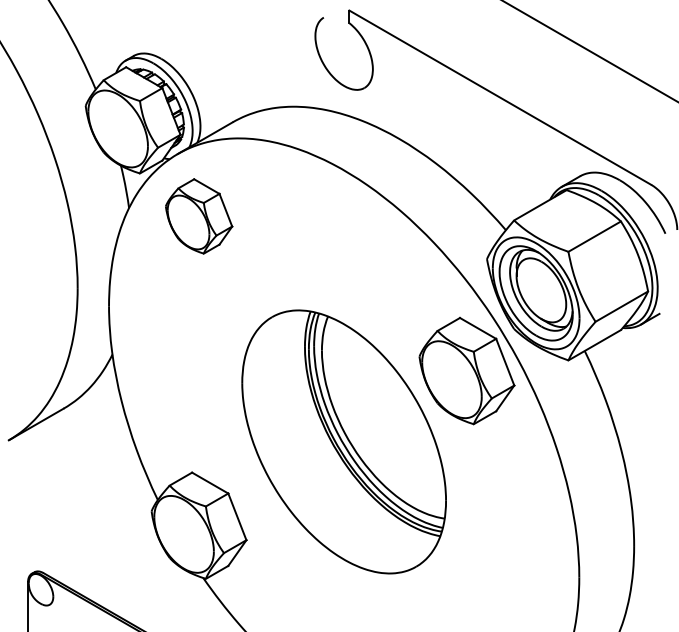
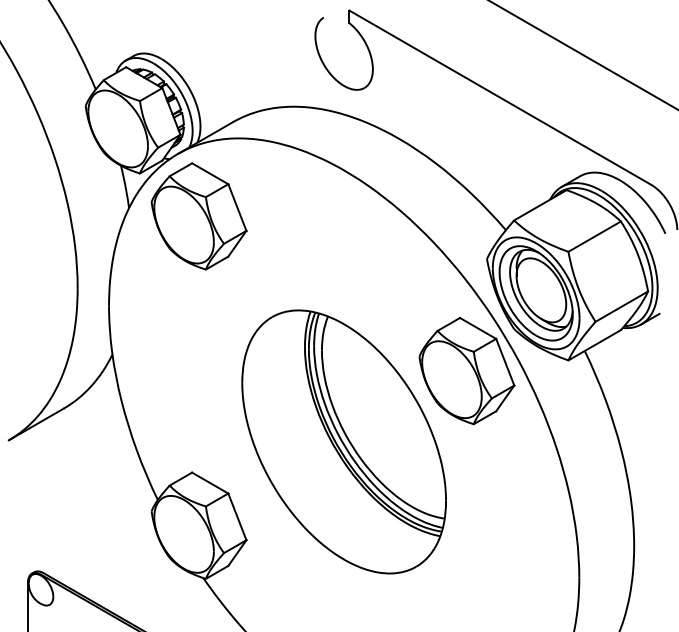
line at (590, 51) position: (590, 51) -> (583, 55)
part at (199, 216) size: 69x77 px -> 98x109 px
